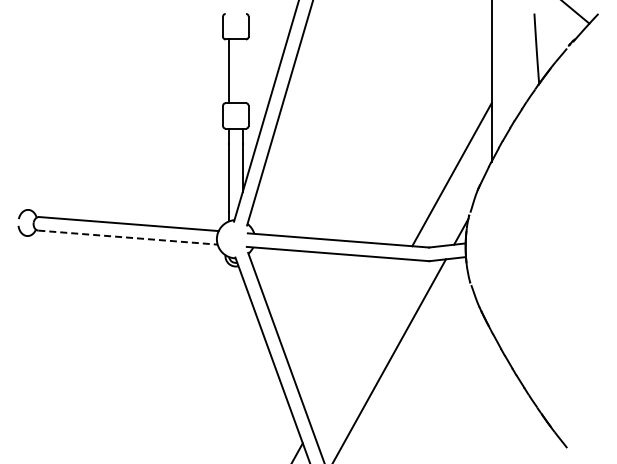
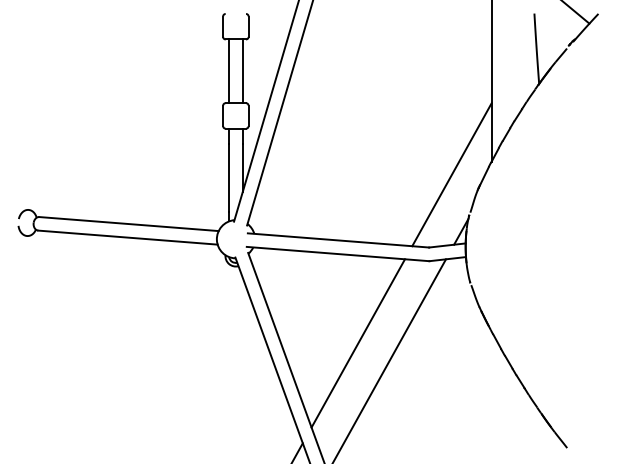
line at (242, 71): none -> present
line at (127, 237): dashed -> solid
line at (358, 343): none -> present
